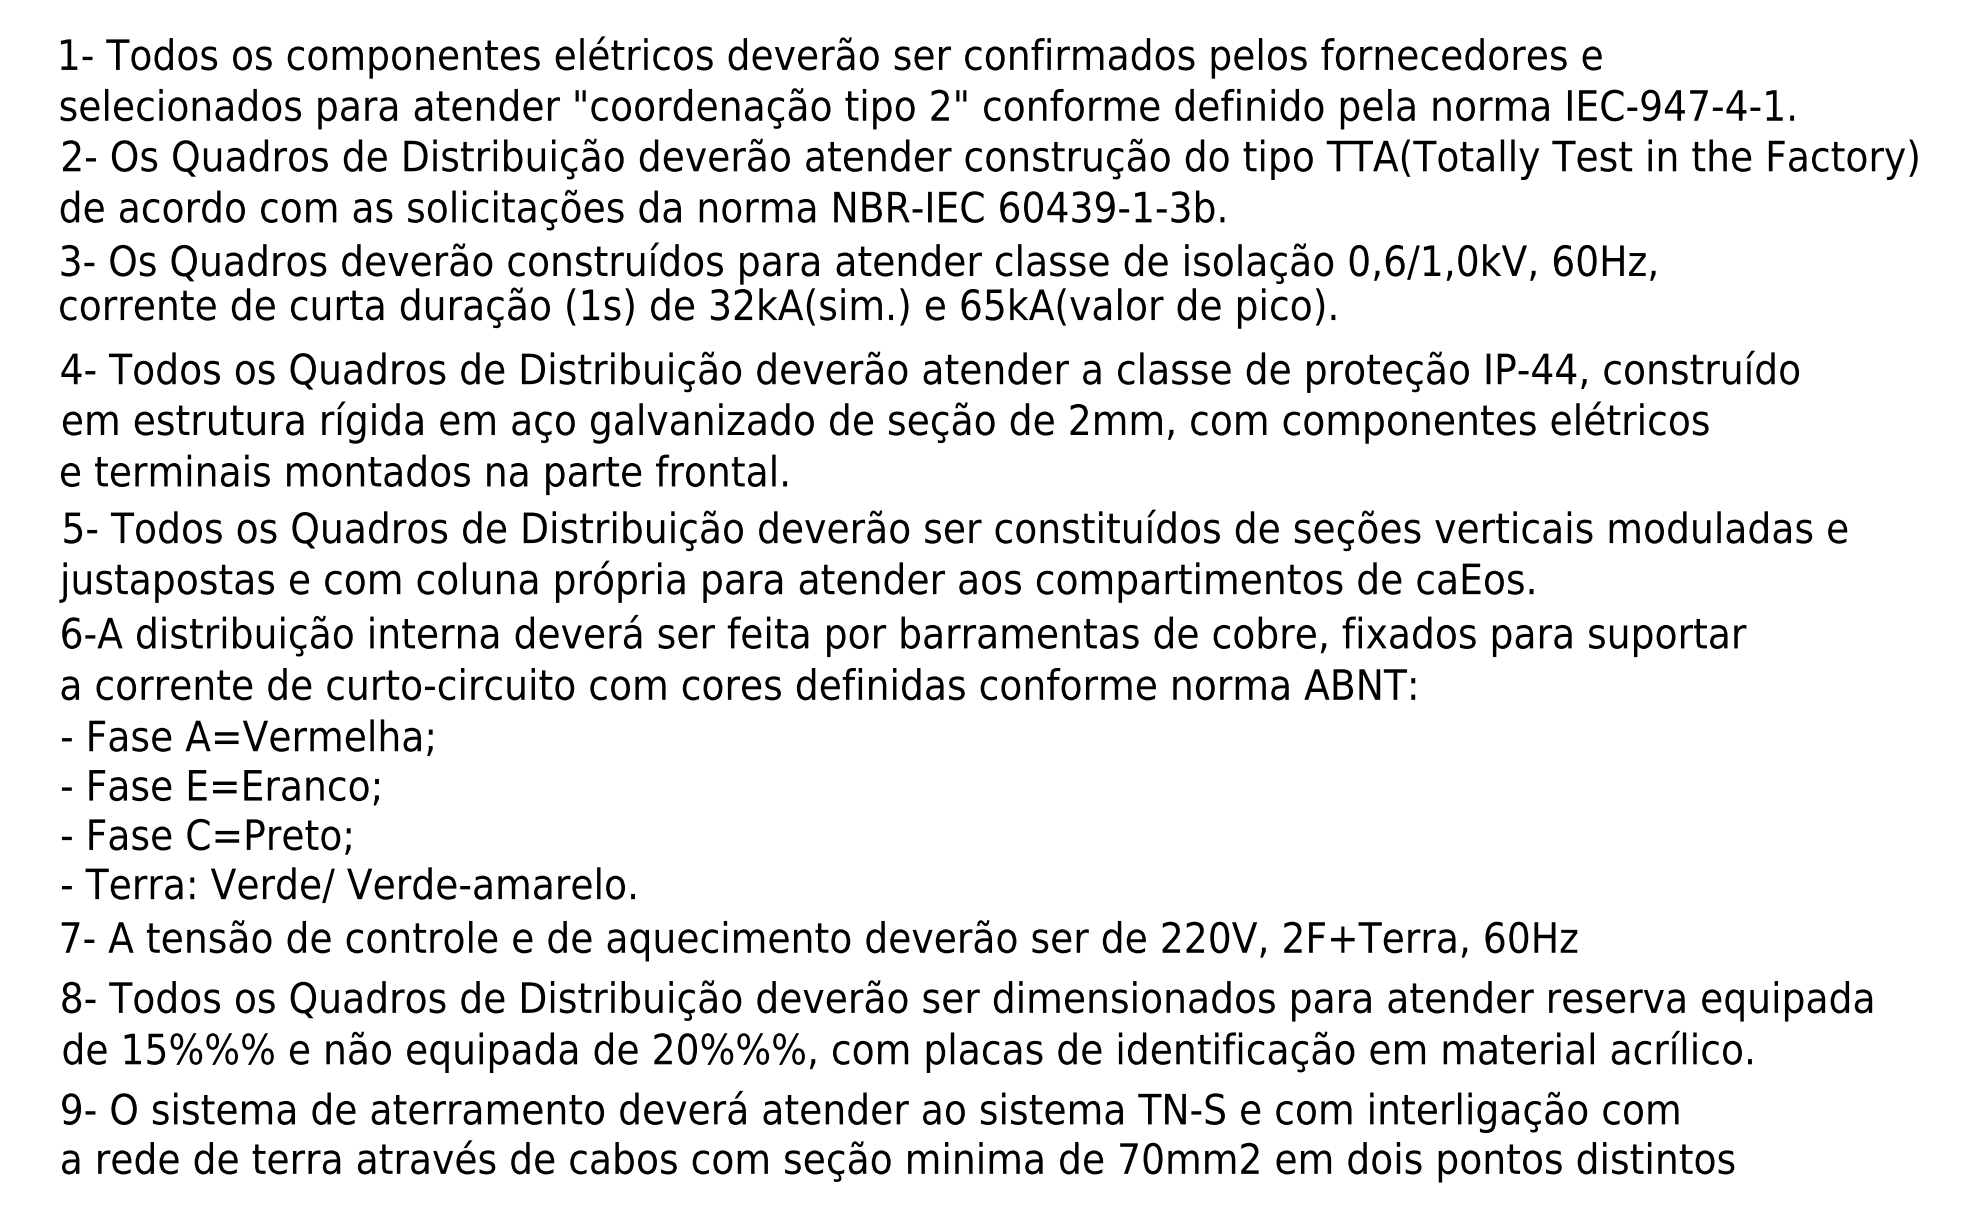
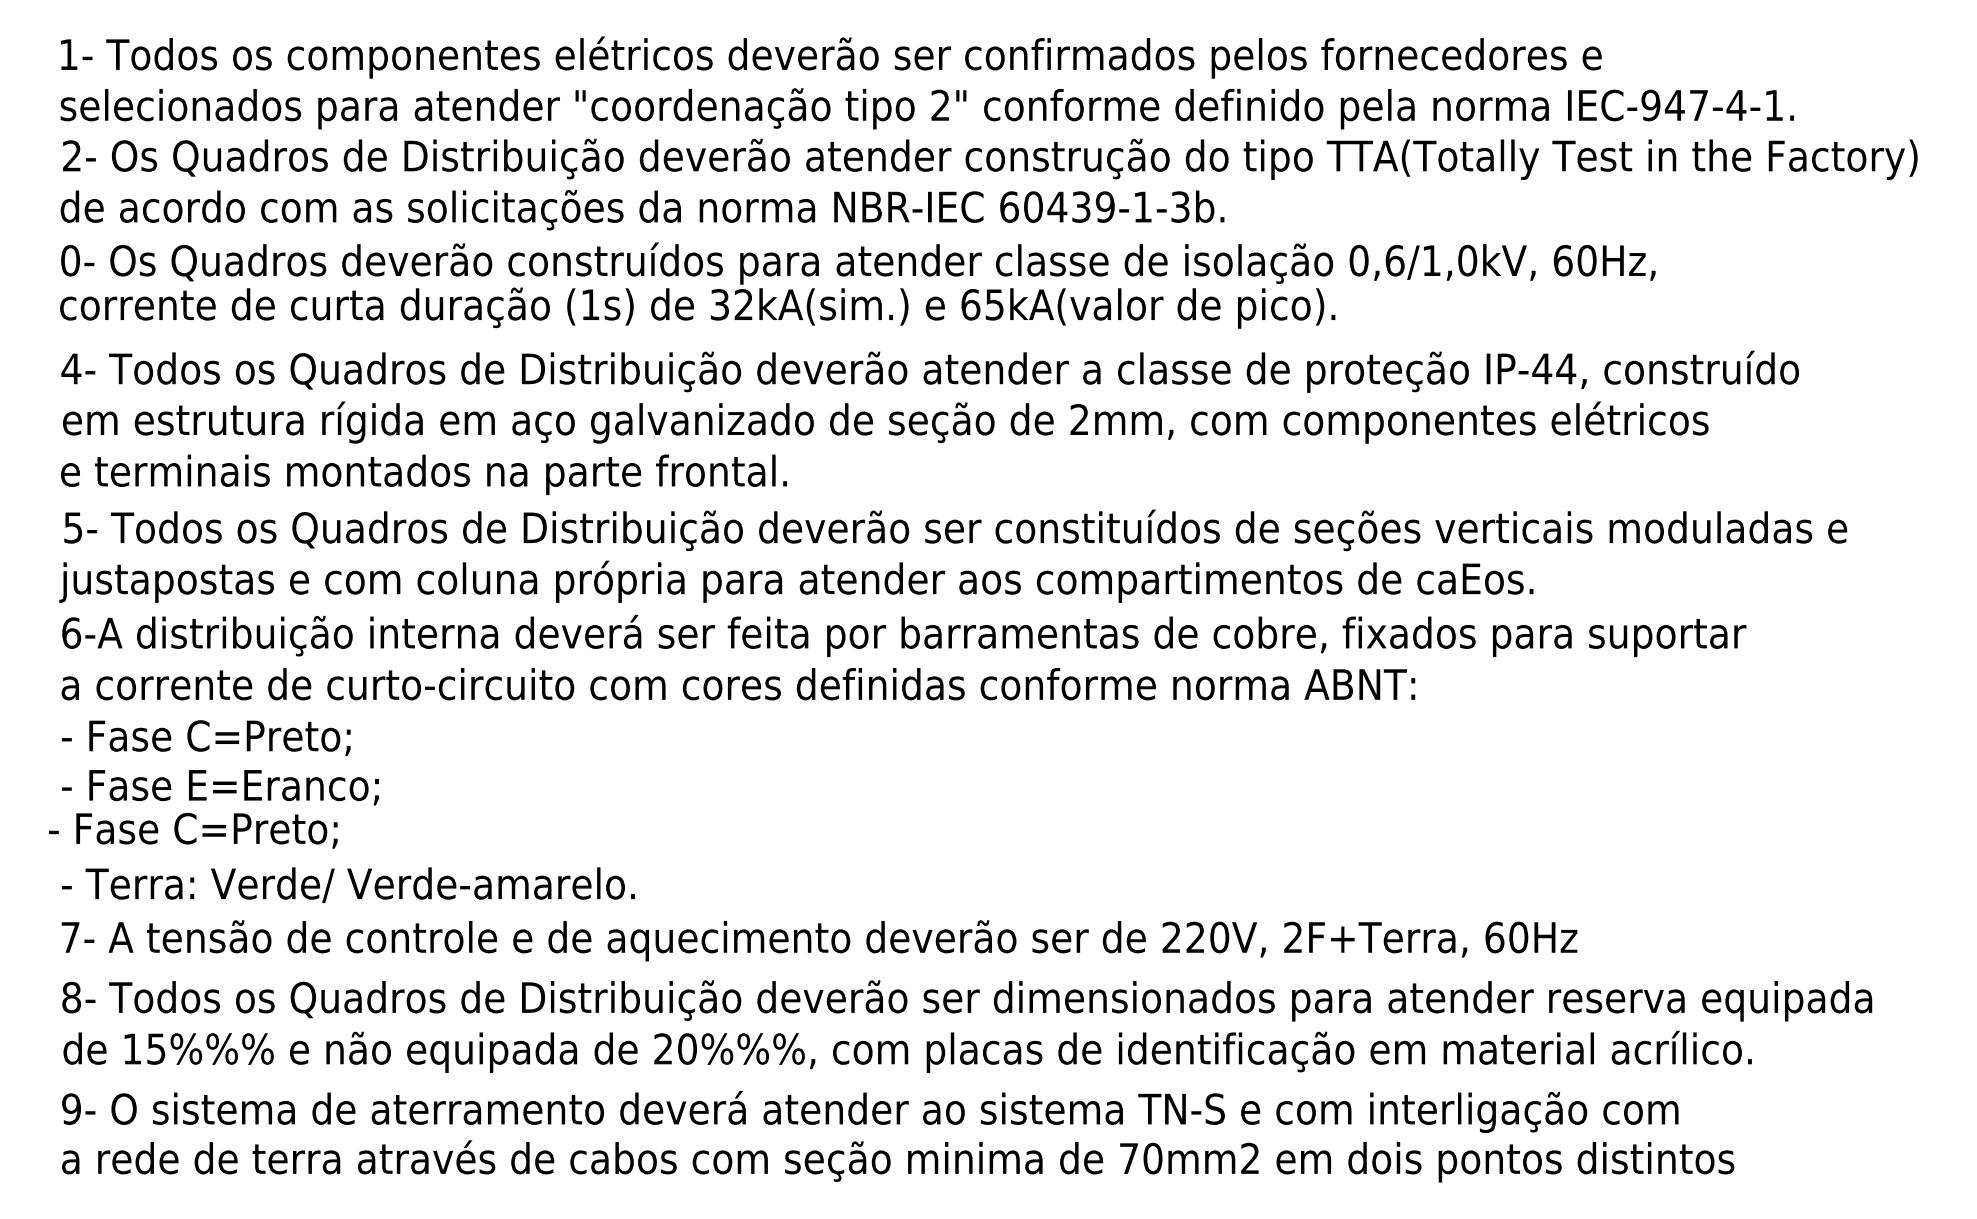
text at (70, 260): 3- -> 0-
text at (308, 737): - Fase A=Vermelha; -> - Fase C=Preto;
text at (206, 836) position: (206, 836) -> (193, 830)
